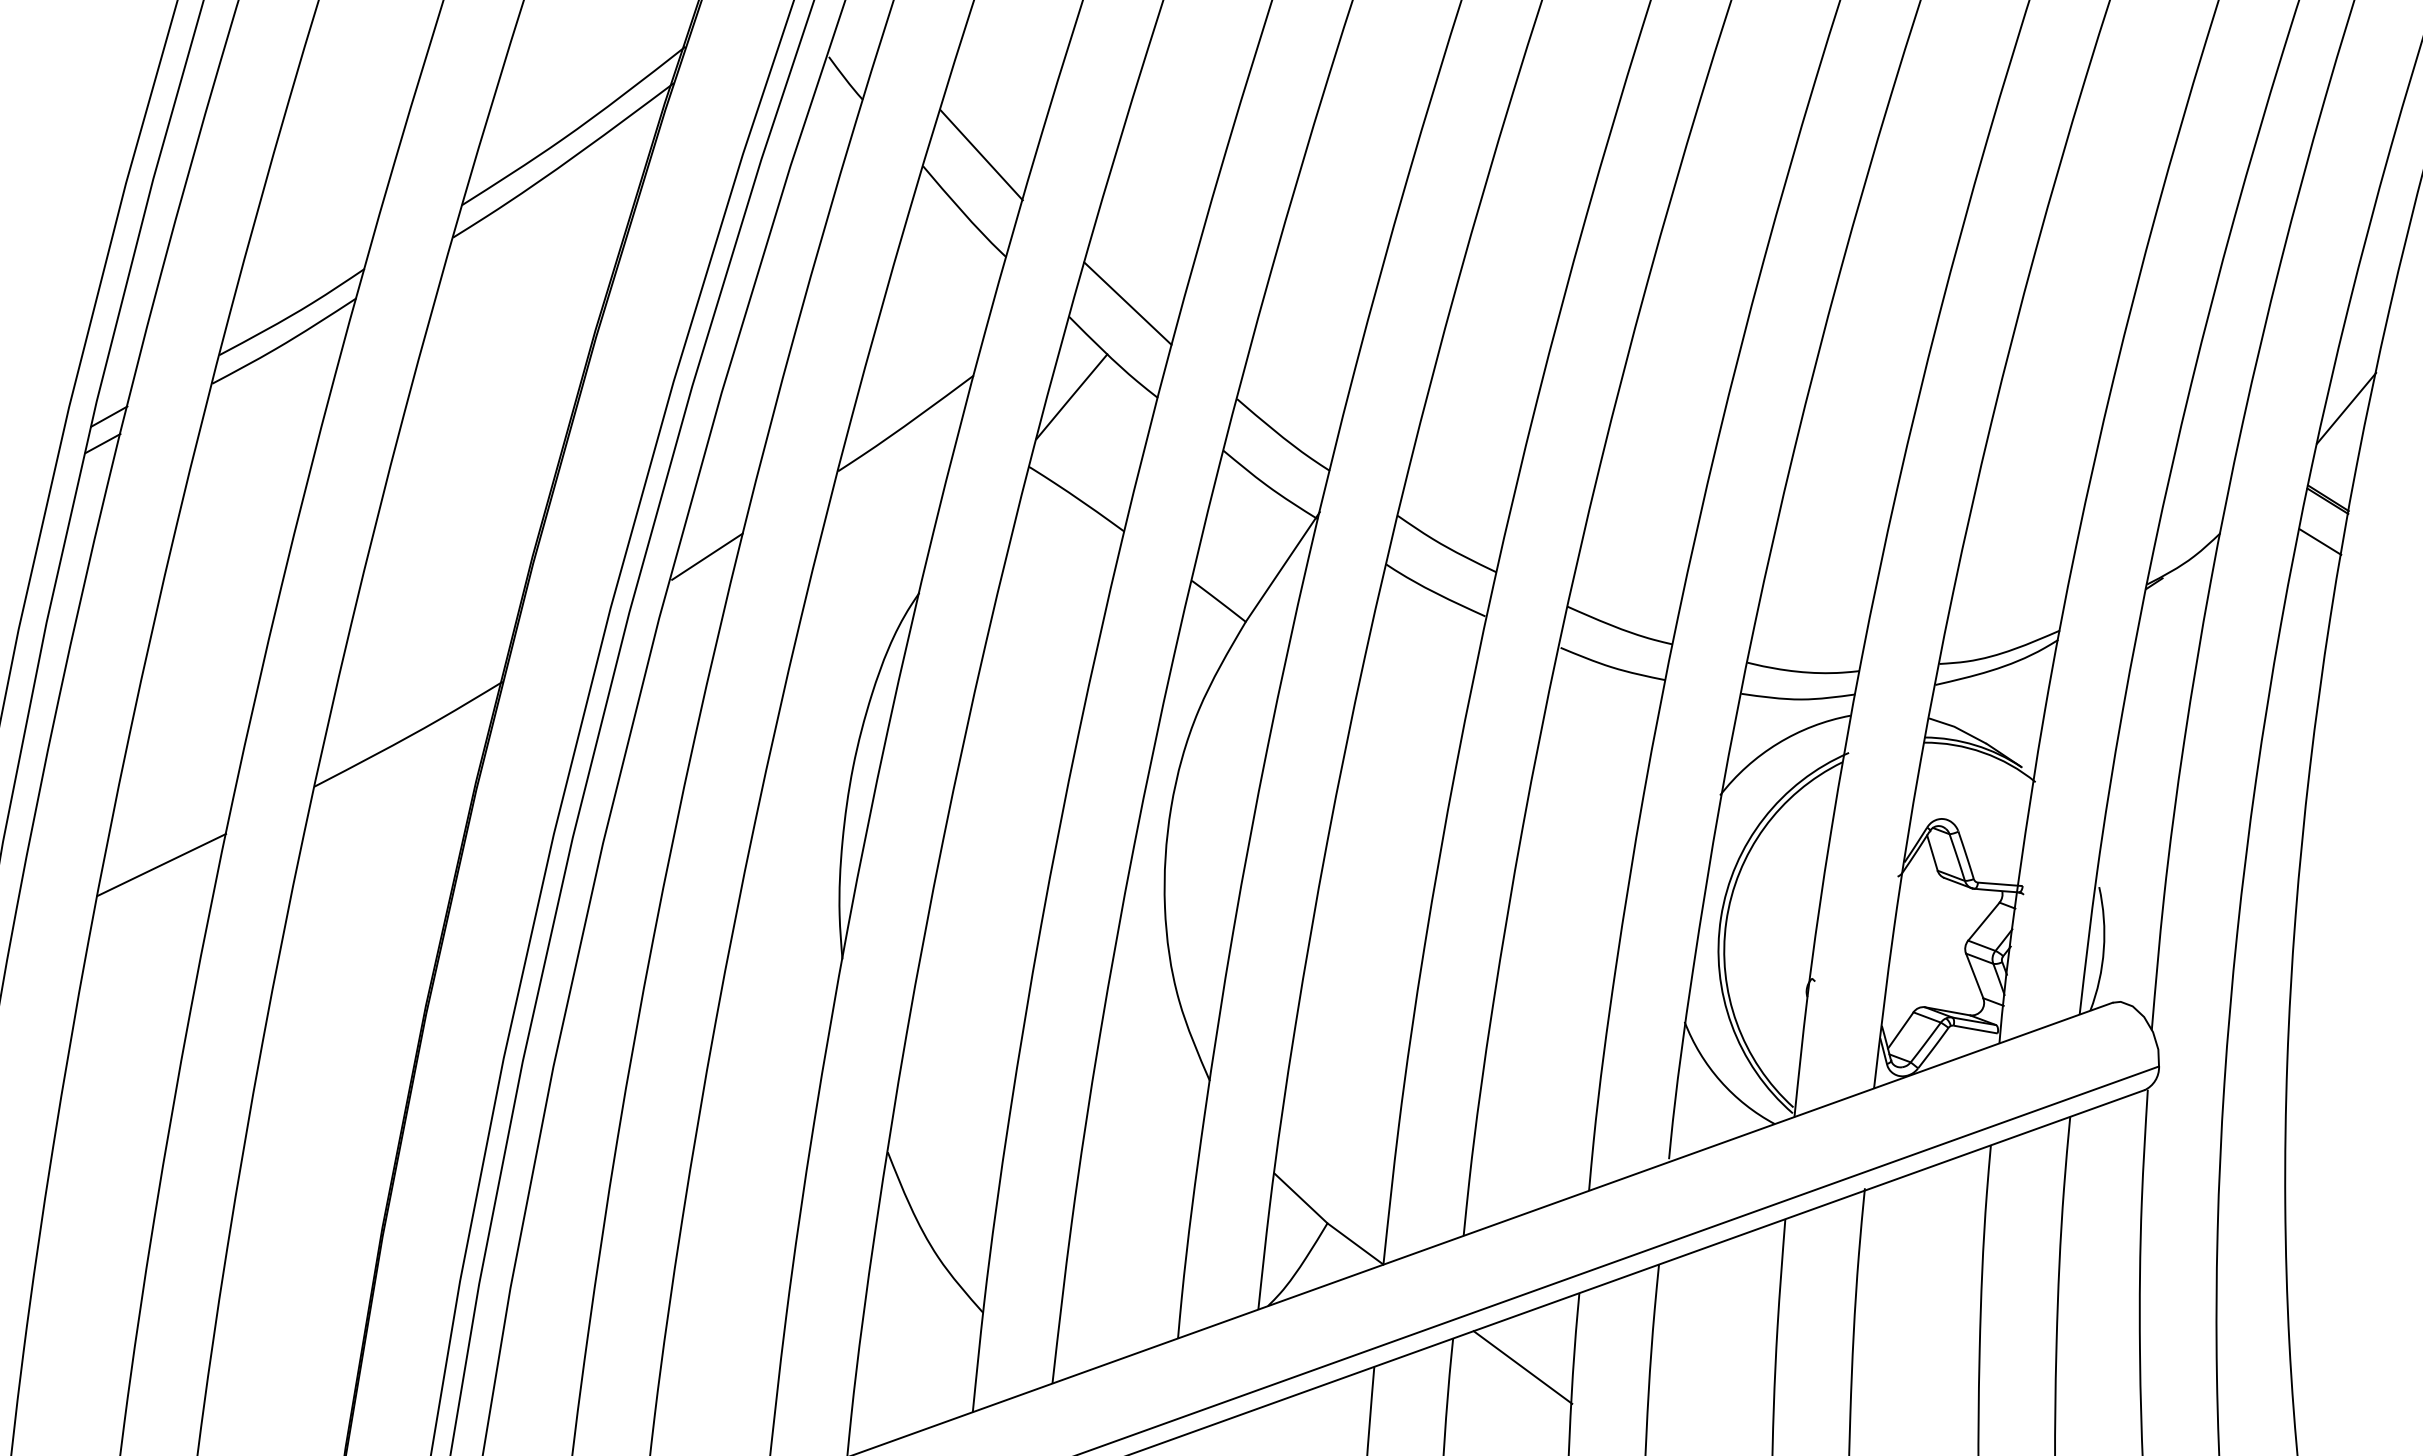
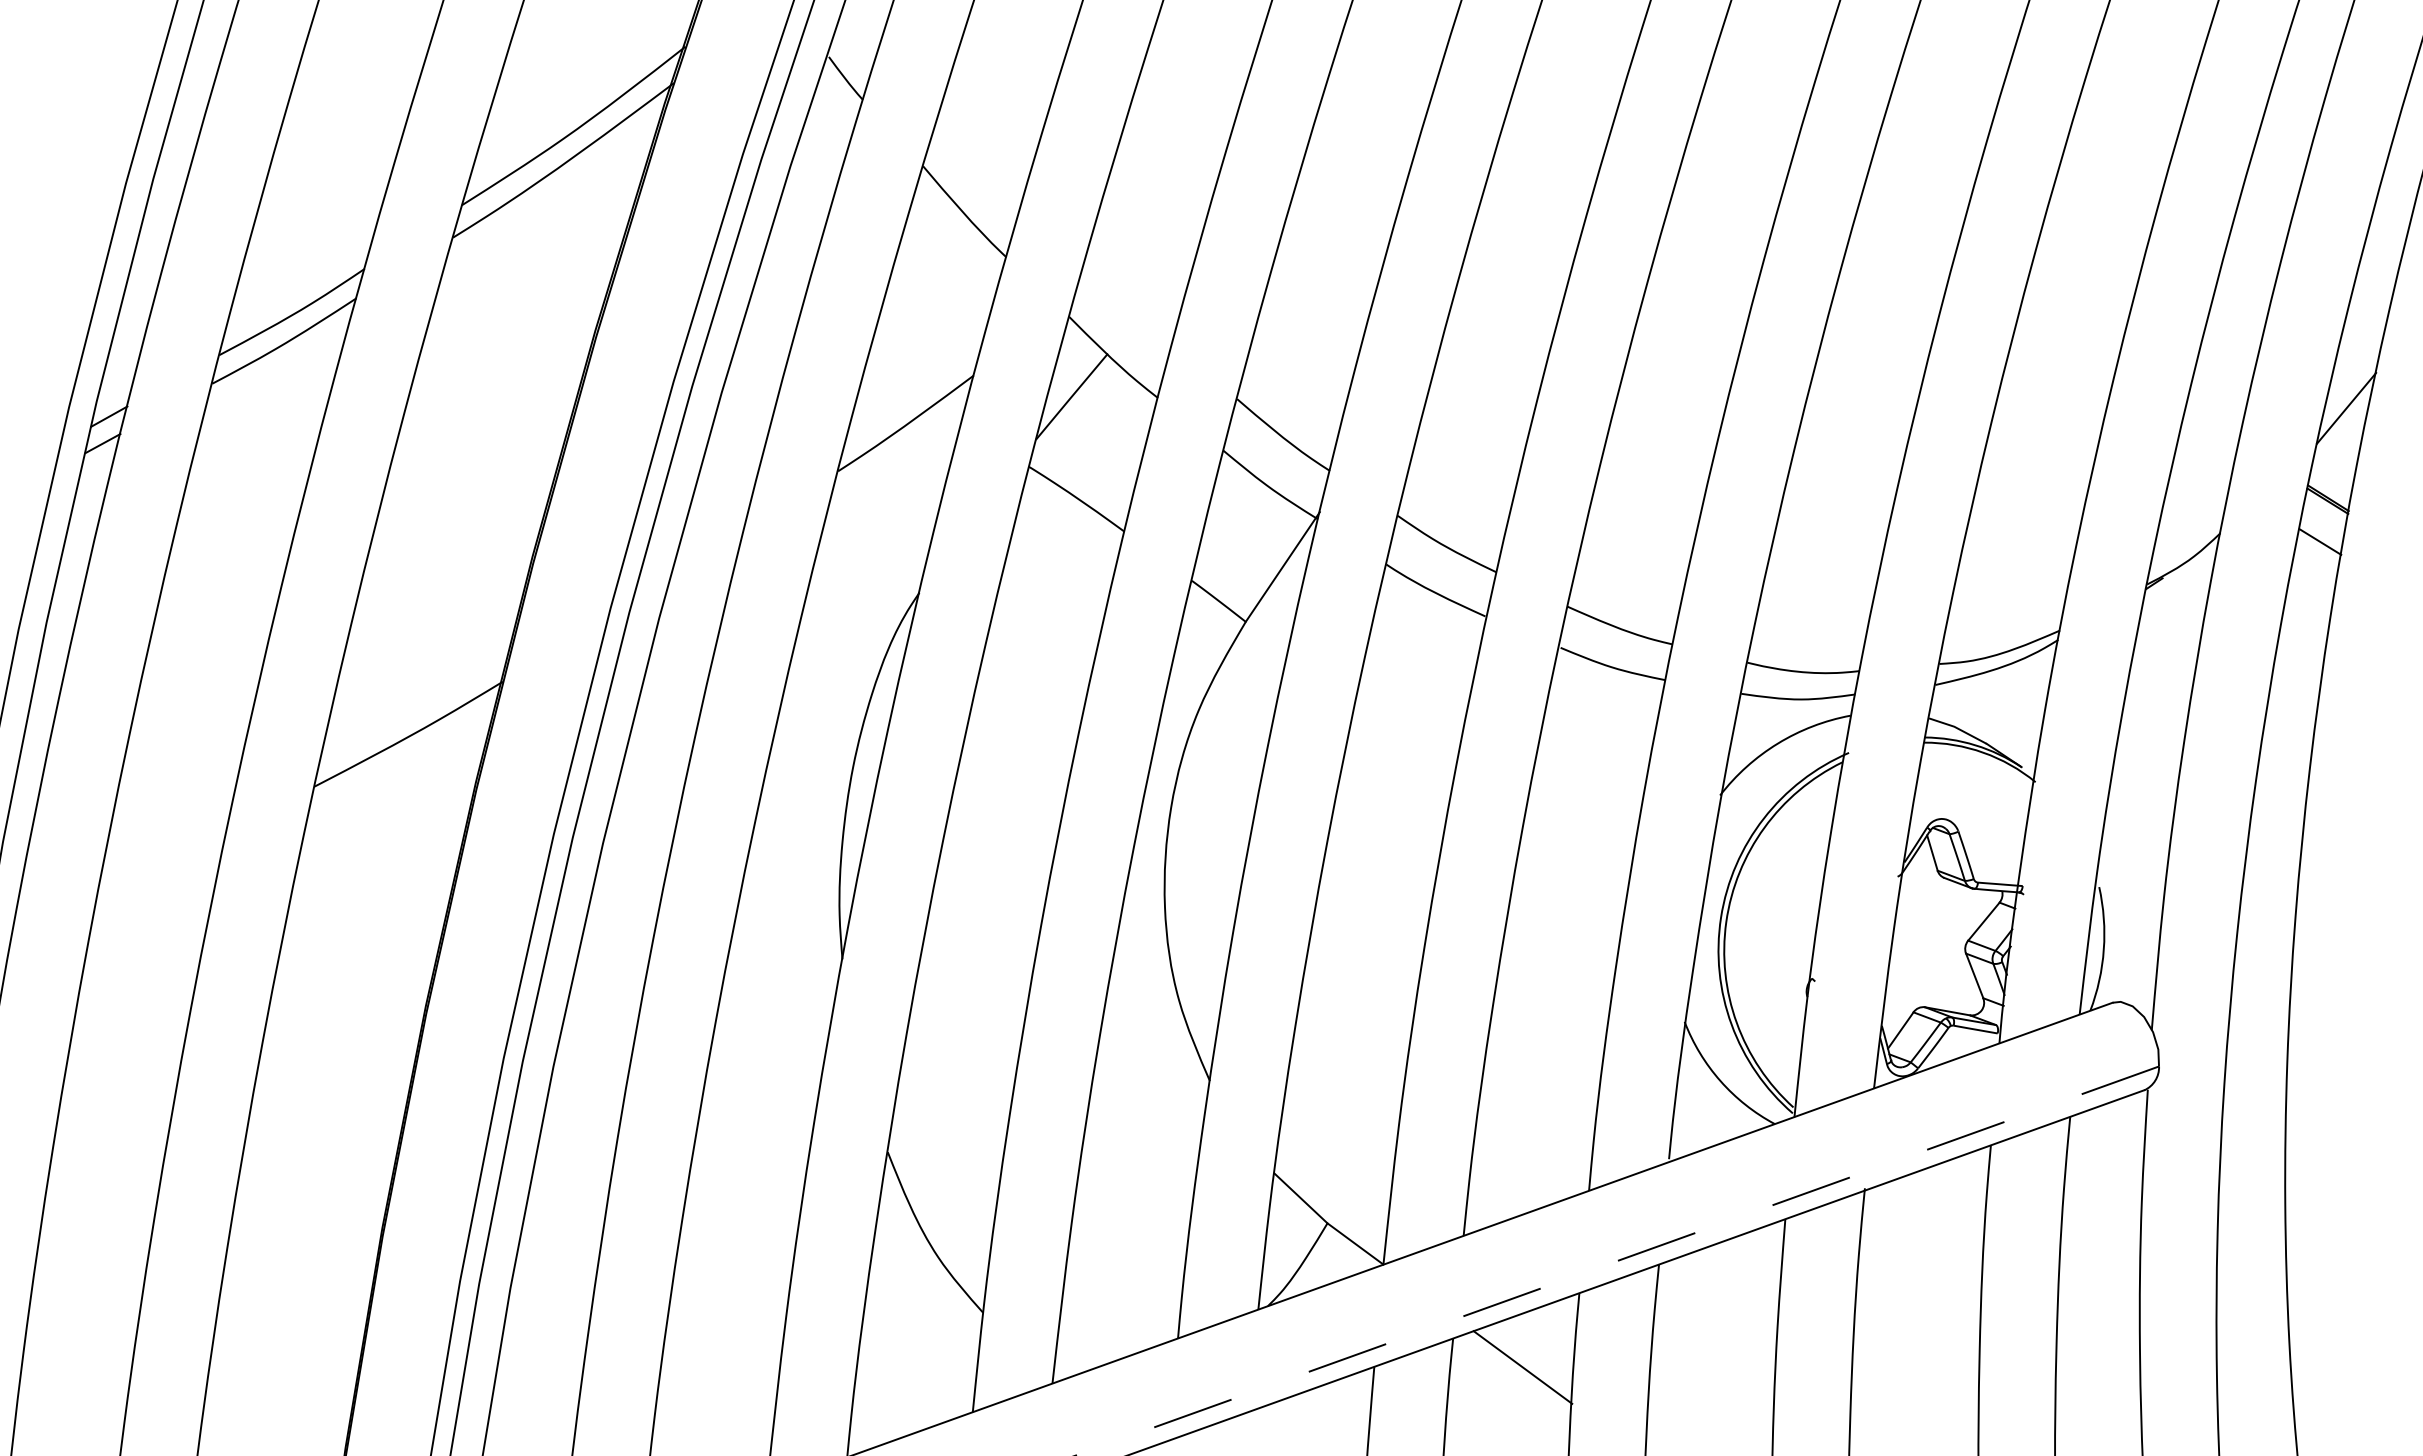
line at (981, 154): present -> none
line at (1127, 303): present -> none
line at (707, 556): present -> none
line at (161, 864): present -> none
line at (1616, 1261): solid -> dashed
